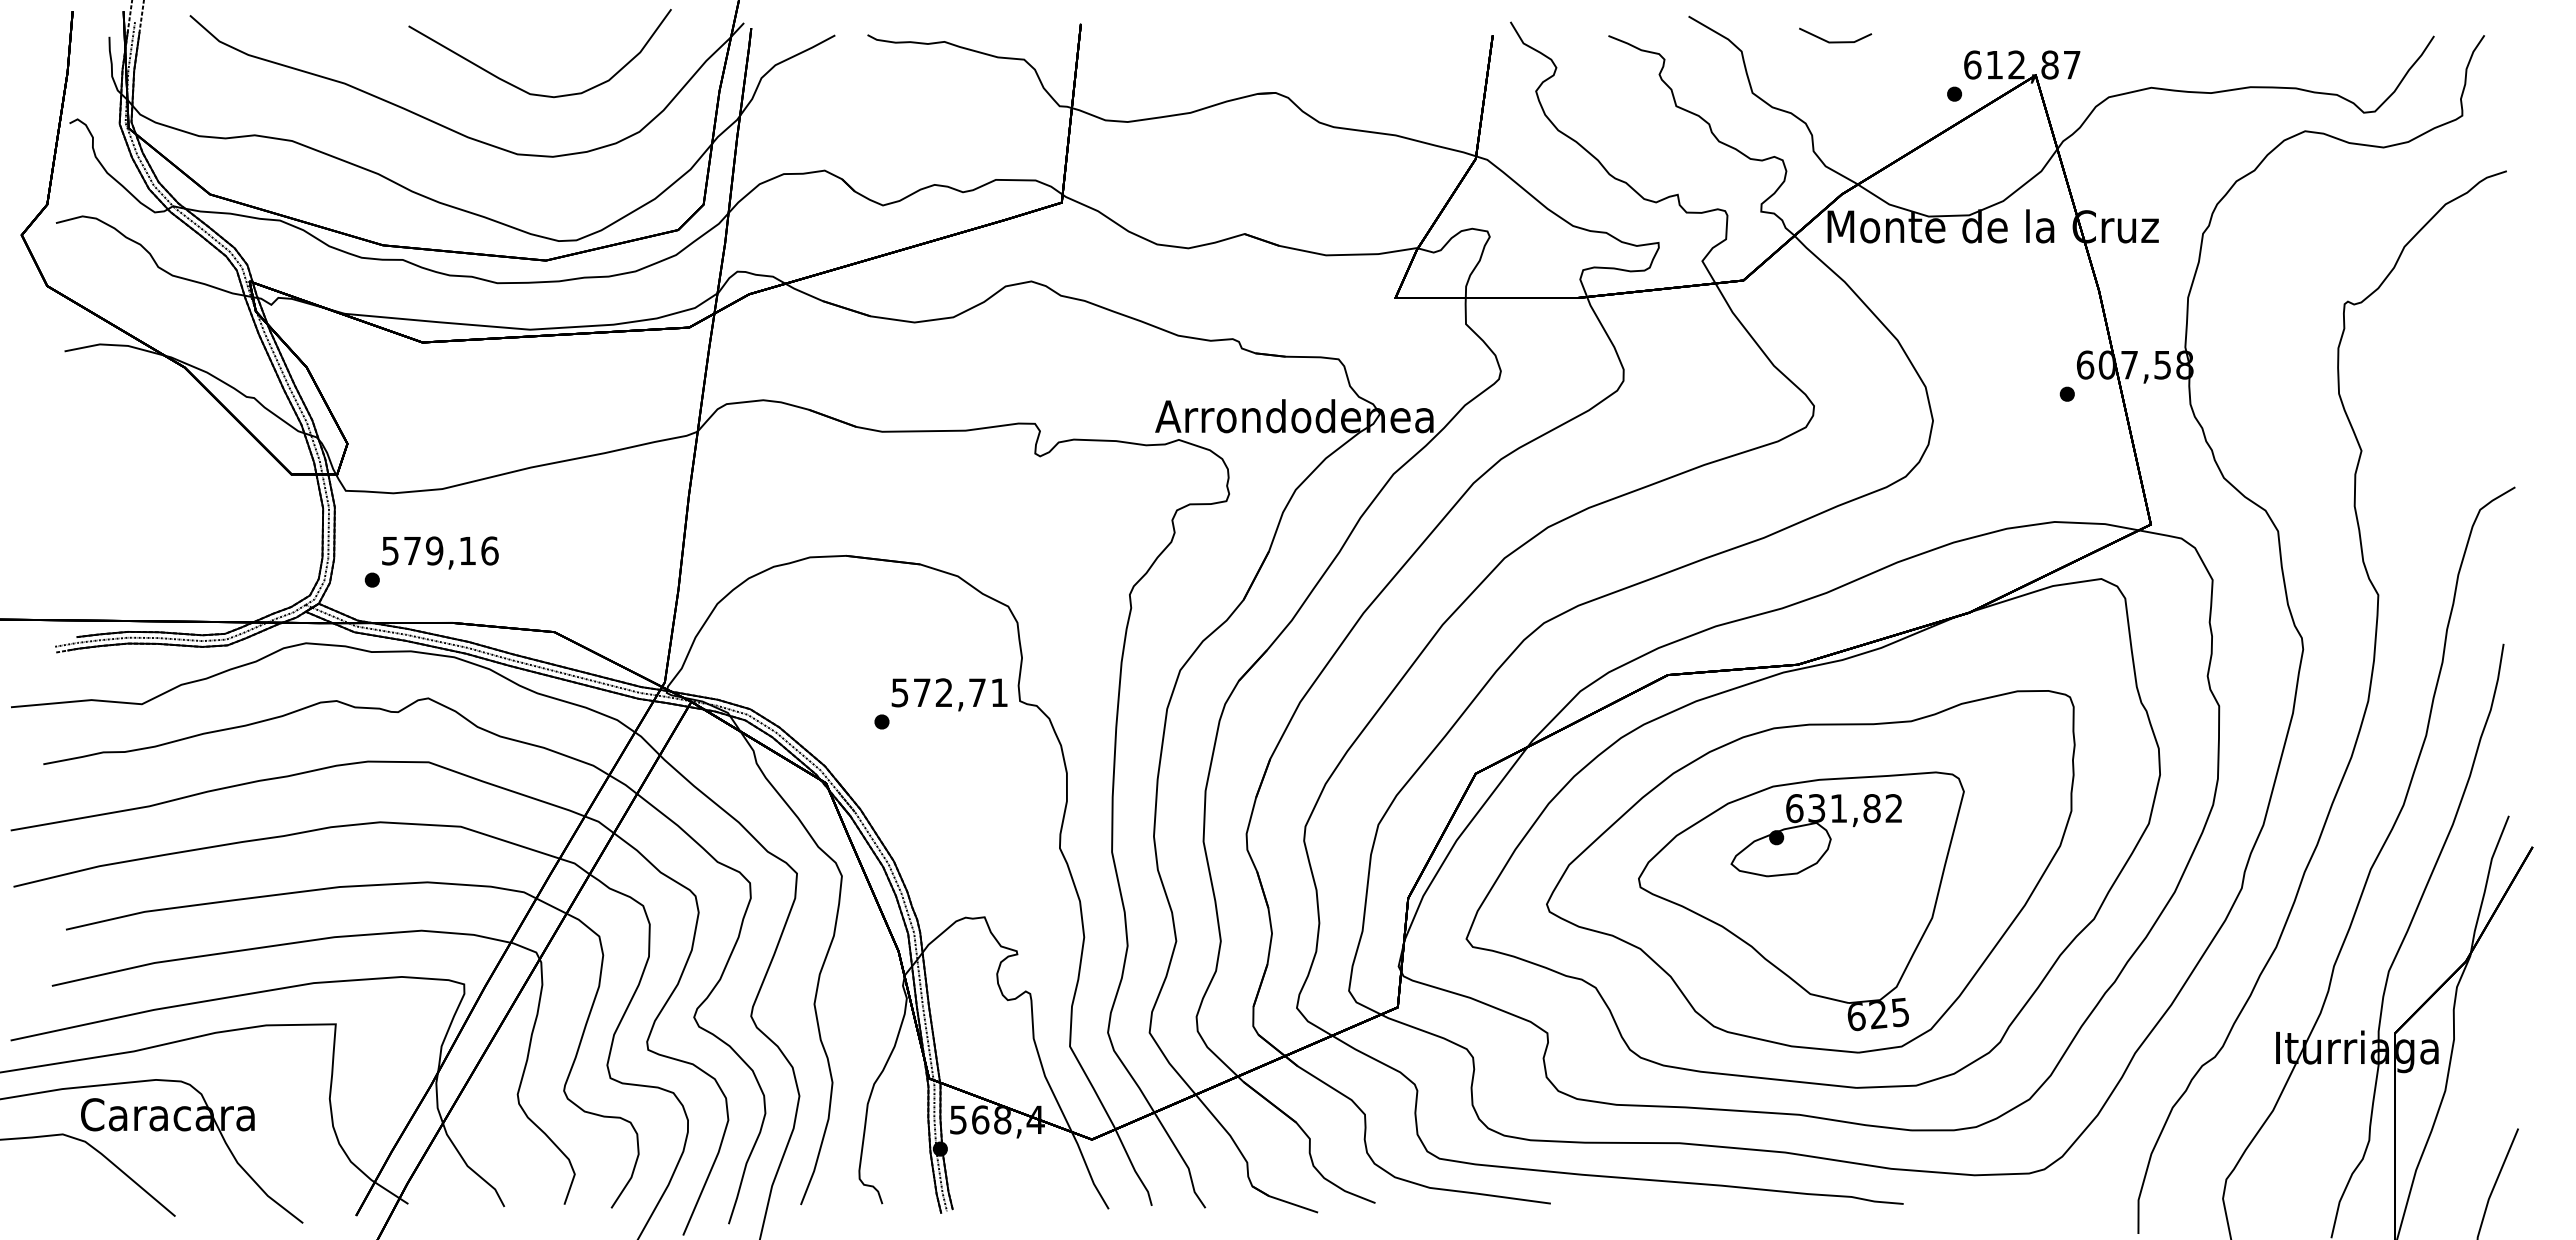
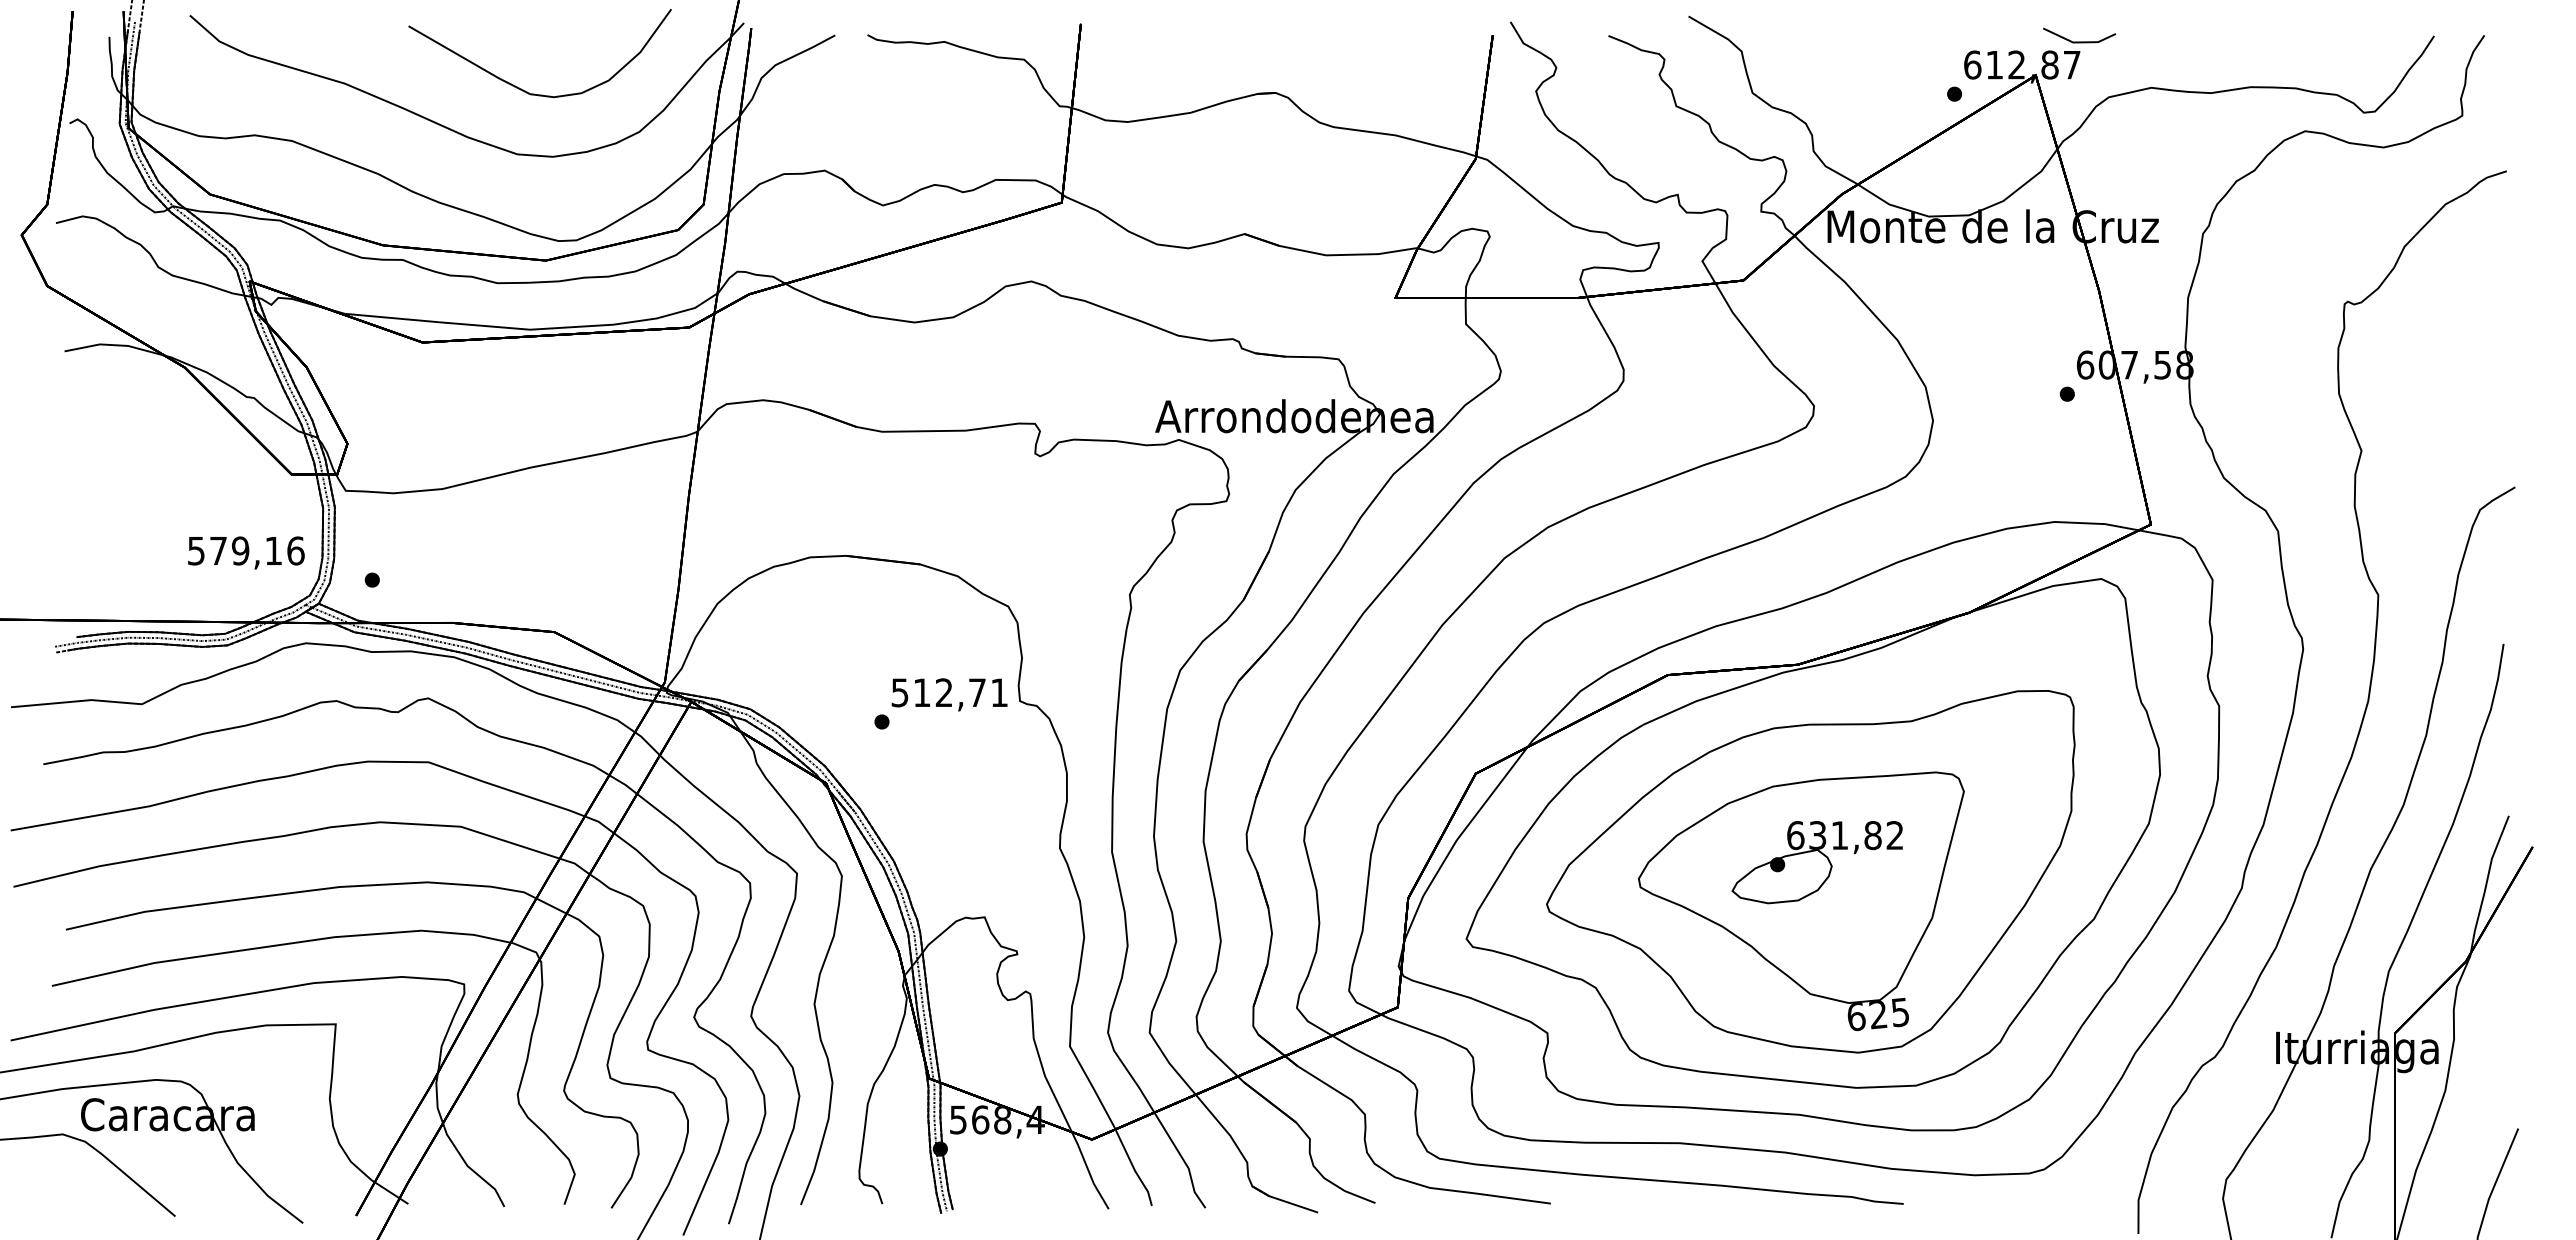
part at (1835, 35) position: (1835, 35) -> (2079, 35)
text at (440, 552) position: (440, 552) -> (246, 552)
text at (922, 692): 572,71 -> 512,71
part at (1815, 835) position: (1815, 835) -> (1816, 862)
